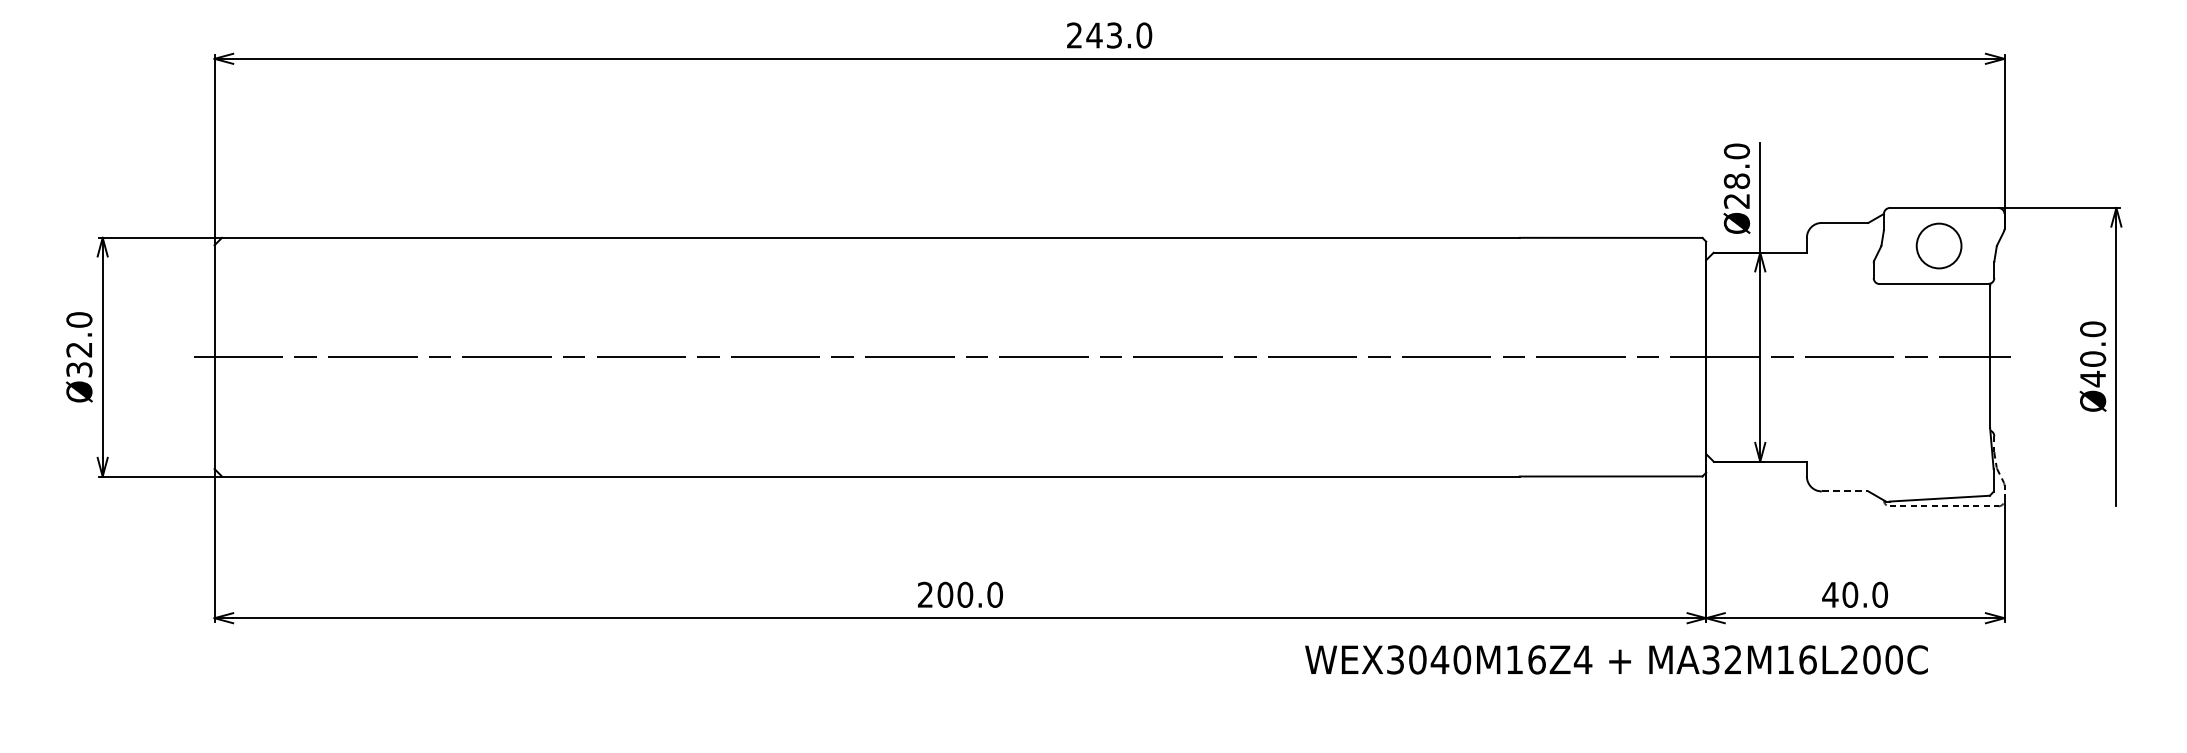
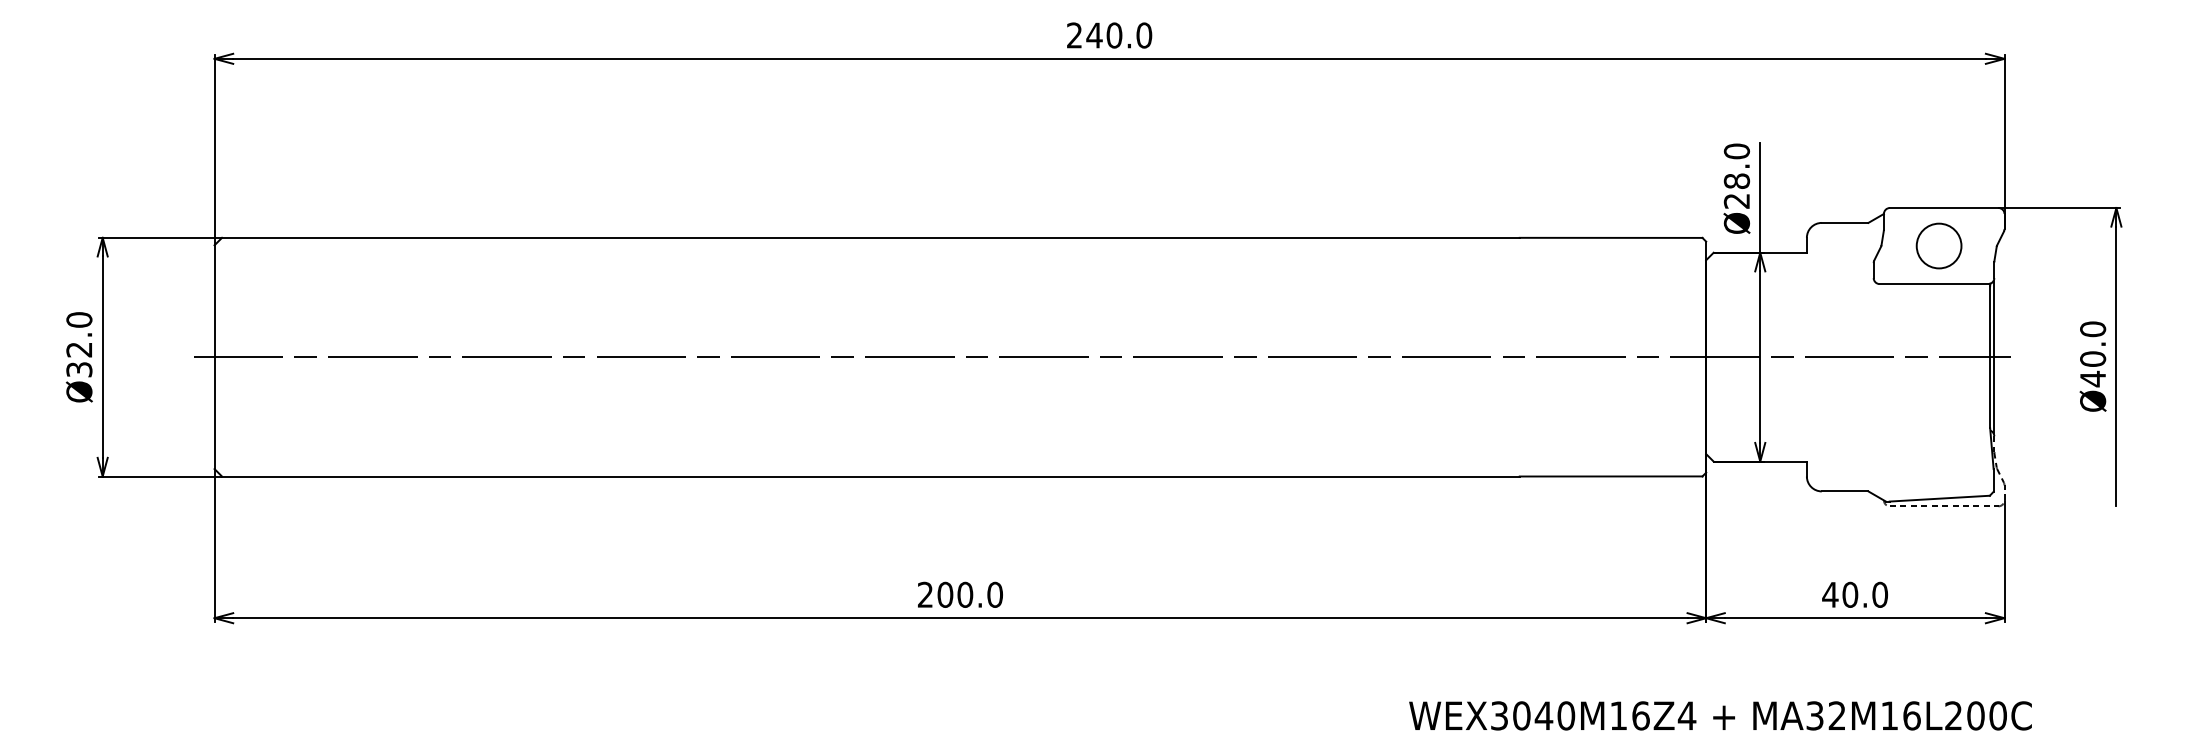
text at (1114, 35): 243.0 -> 240.0
line at (1993, 356): none -> present
line at (1845, 491): dashed -> solid
text at (1616, 659) position: (1616, 659) -> (1720, 715)
